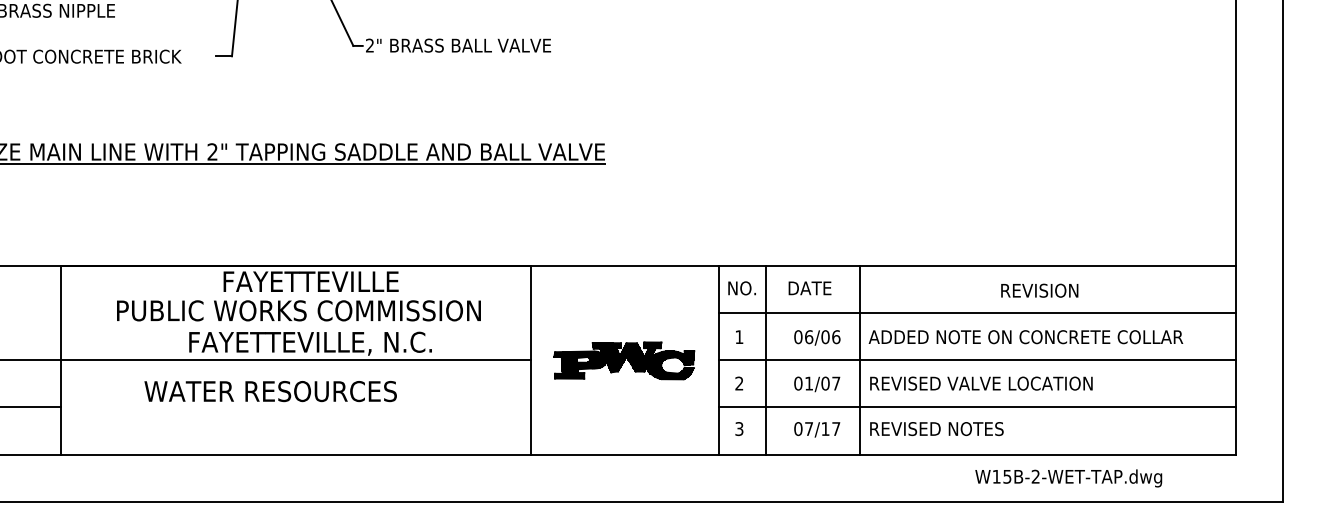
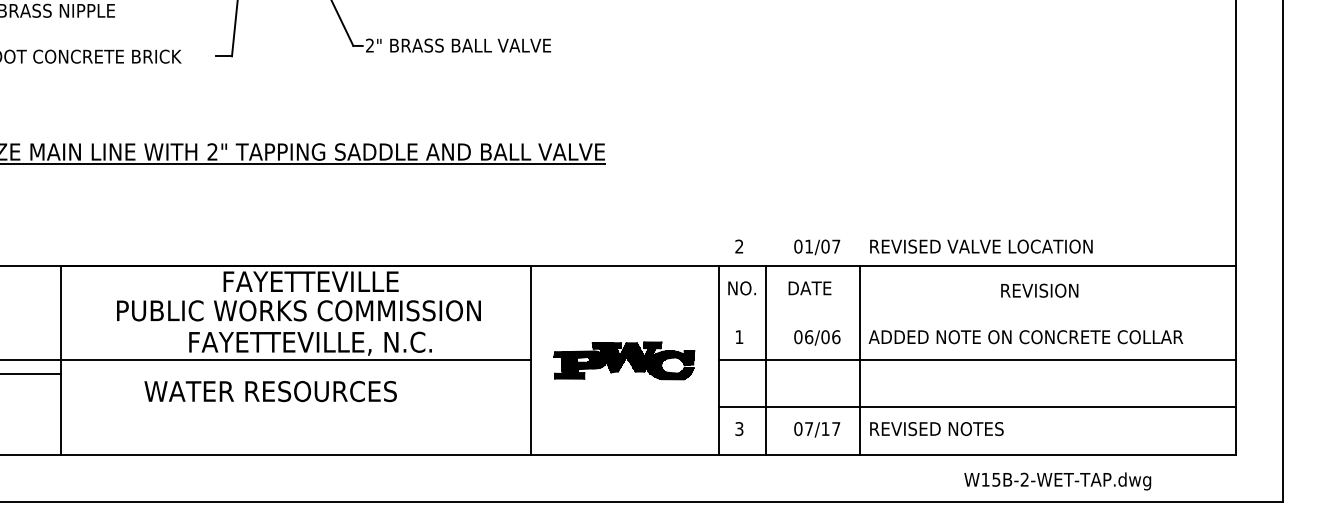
line at (977, 313): present -> none
text at (913, 384) position: (913, 384) -> (913, 247)
line at (31, 407) position: (31, 407) -> (31, 374)
text at (1068, 478) position: (1068, 478) -> (1057, 481)
